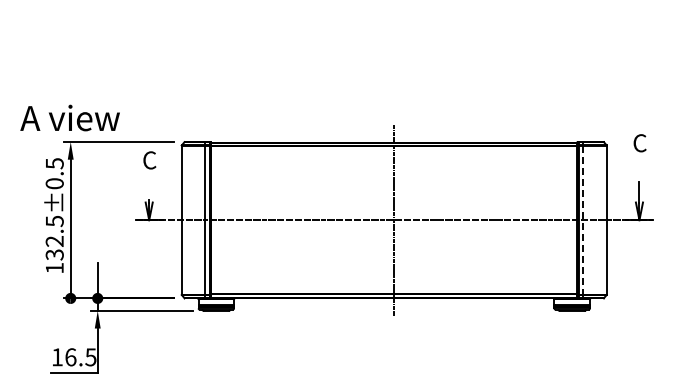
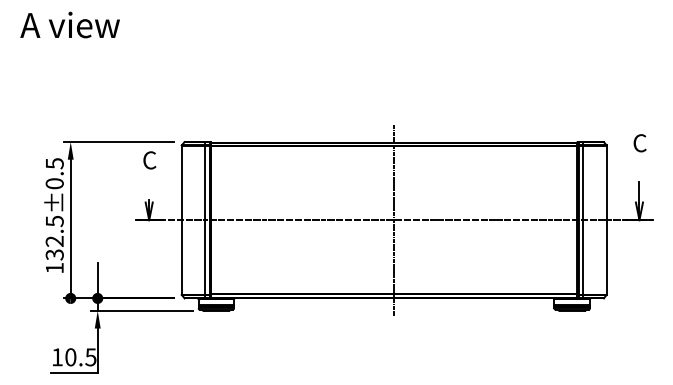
text at (69, 117) position: (69, 117) -> (69, 24)
line at (583, 220): dashed -> solid
text at (70, 357): 16.5 -> 10.5
